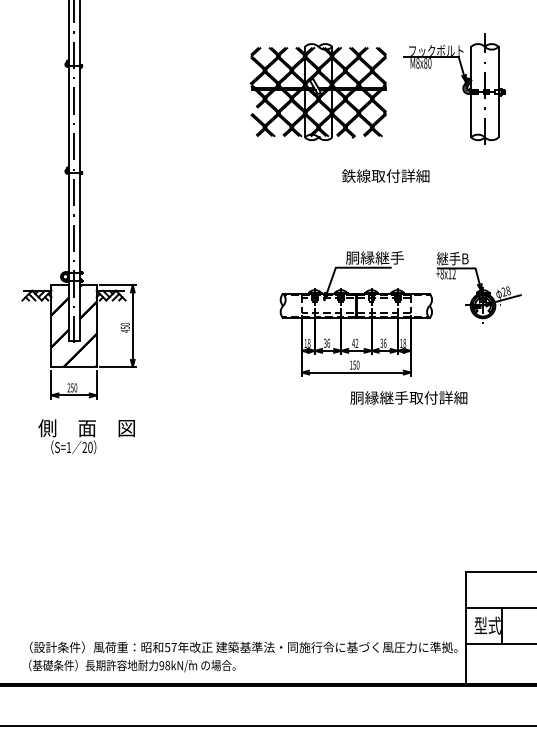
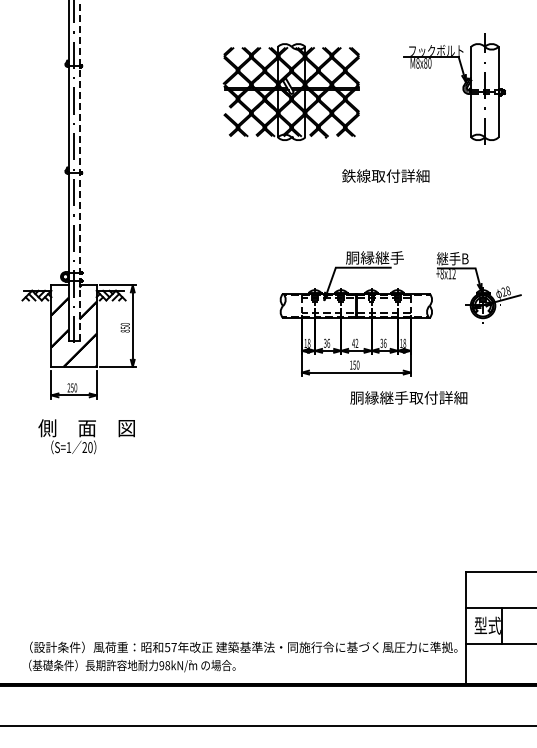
part at (317, 91) position: (317, 91) -> (290, 91)
line at (79, 169): solid -> dashed
text at (124, 330): 450 -> 850
